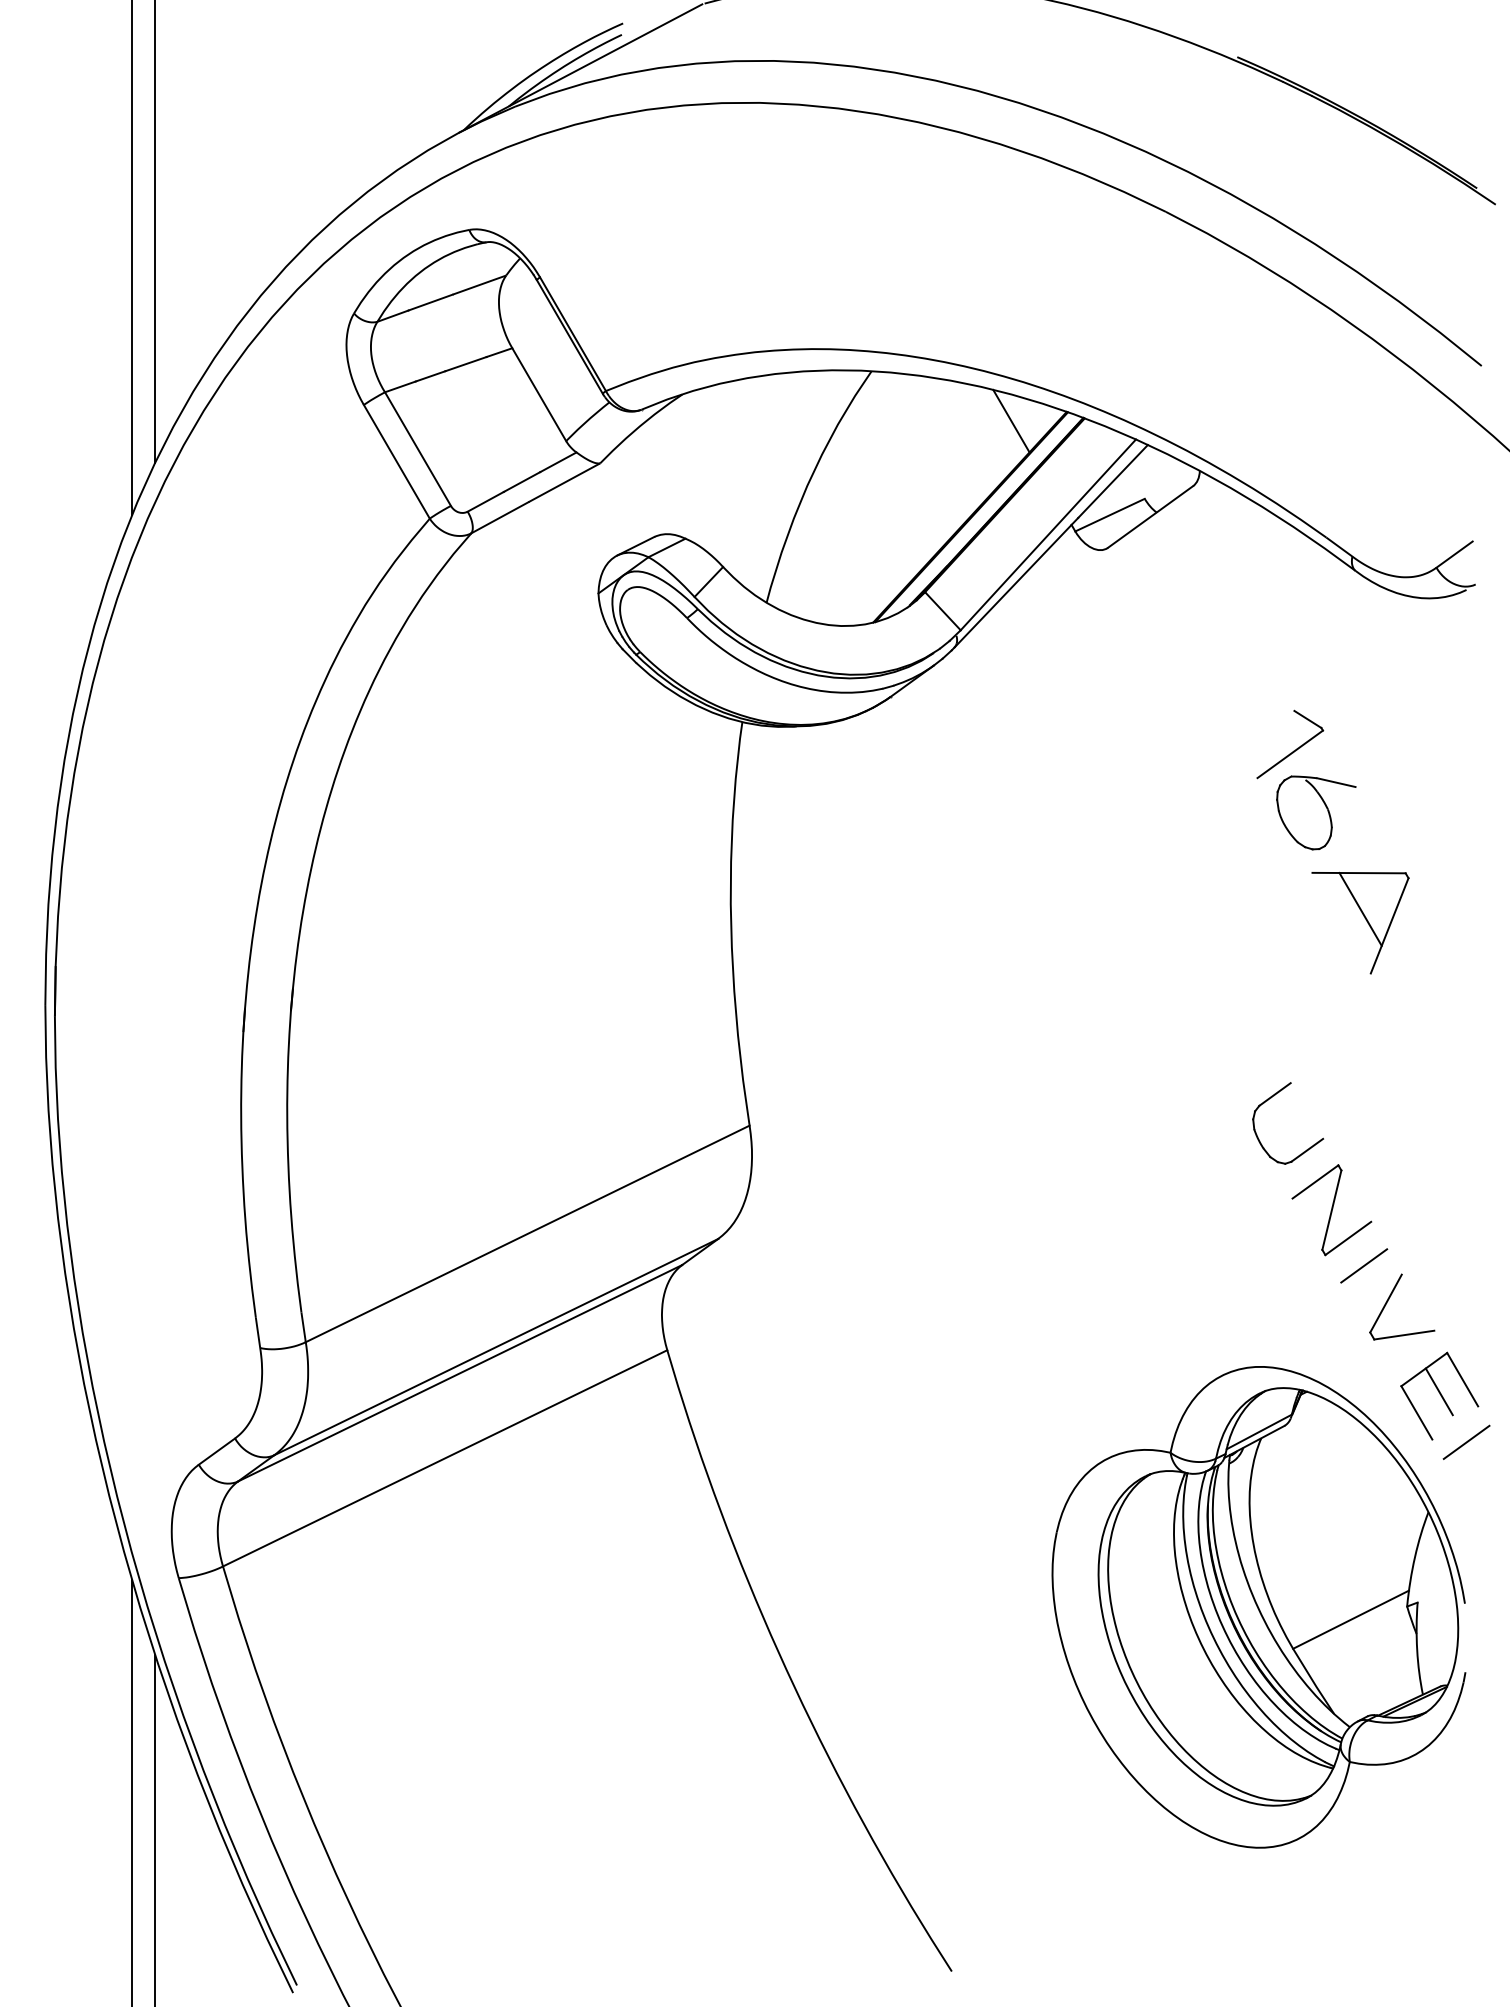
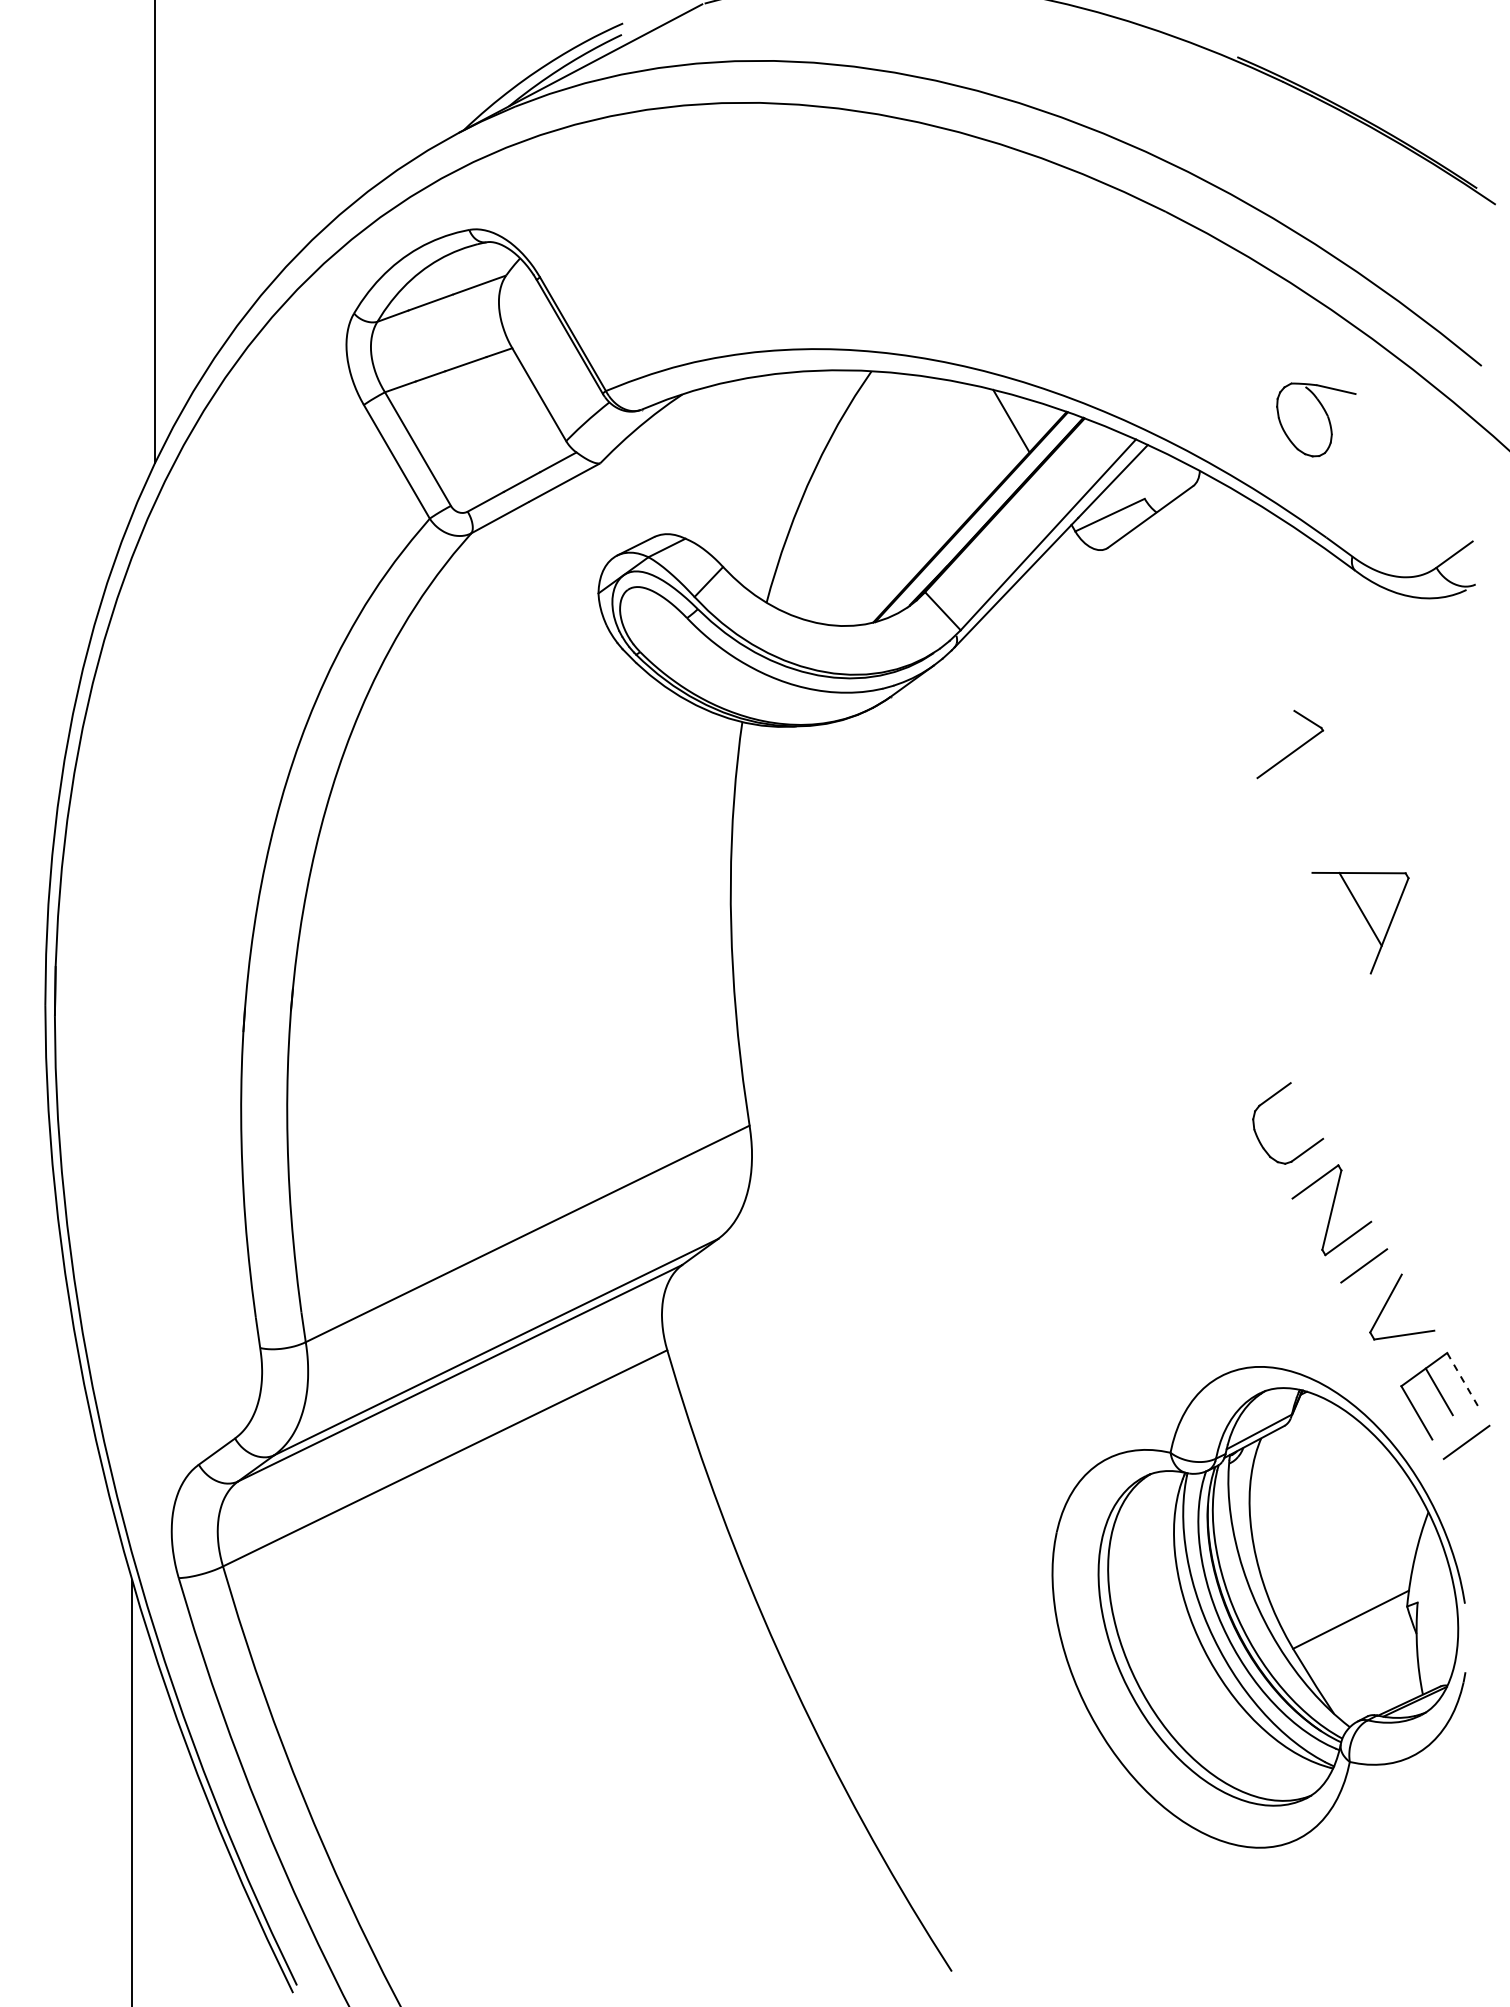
line at (132, 258): present -> none
part at (1316, 812) position: (1316, 812) -> (1316, 419)
line at (1462, 1379): solid -> dashed
line at (155, 1828): present -> none
